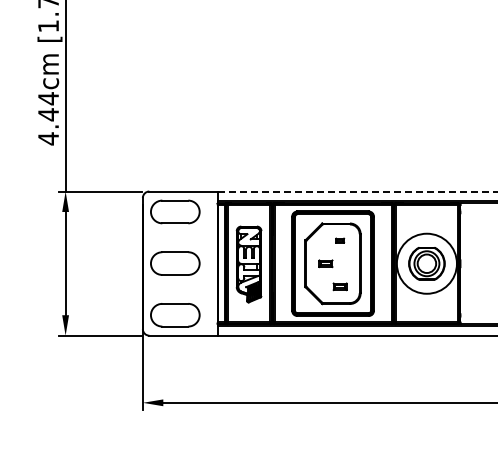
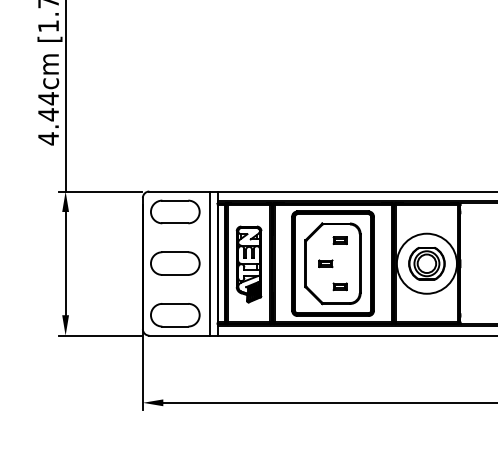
line at (357, 191): dashed -> solid
part at (340, 240) size: 11x7 px -> 16x9 px
line at (210, 263): none -> present
